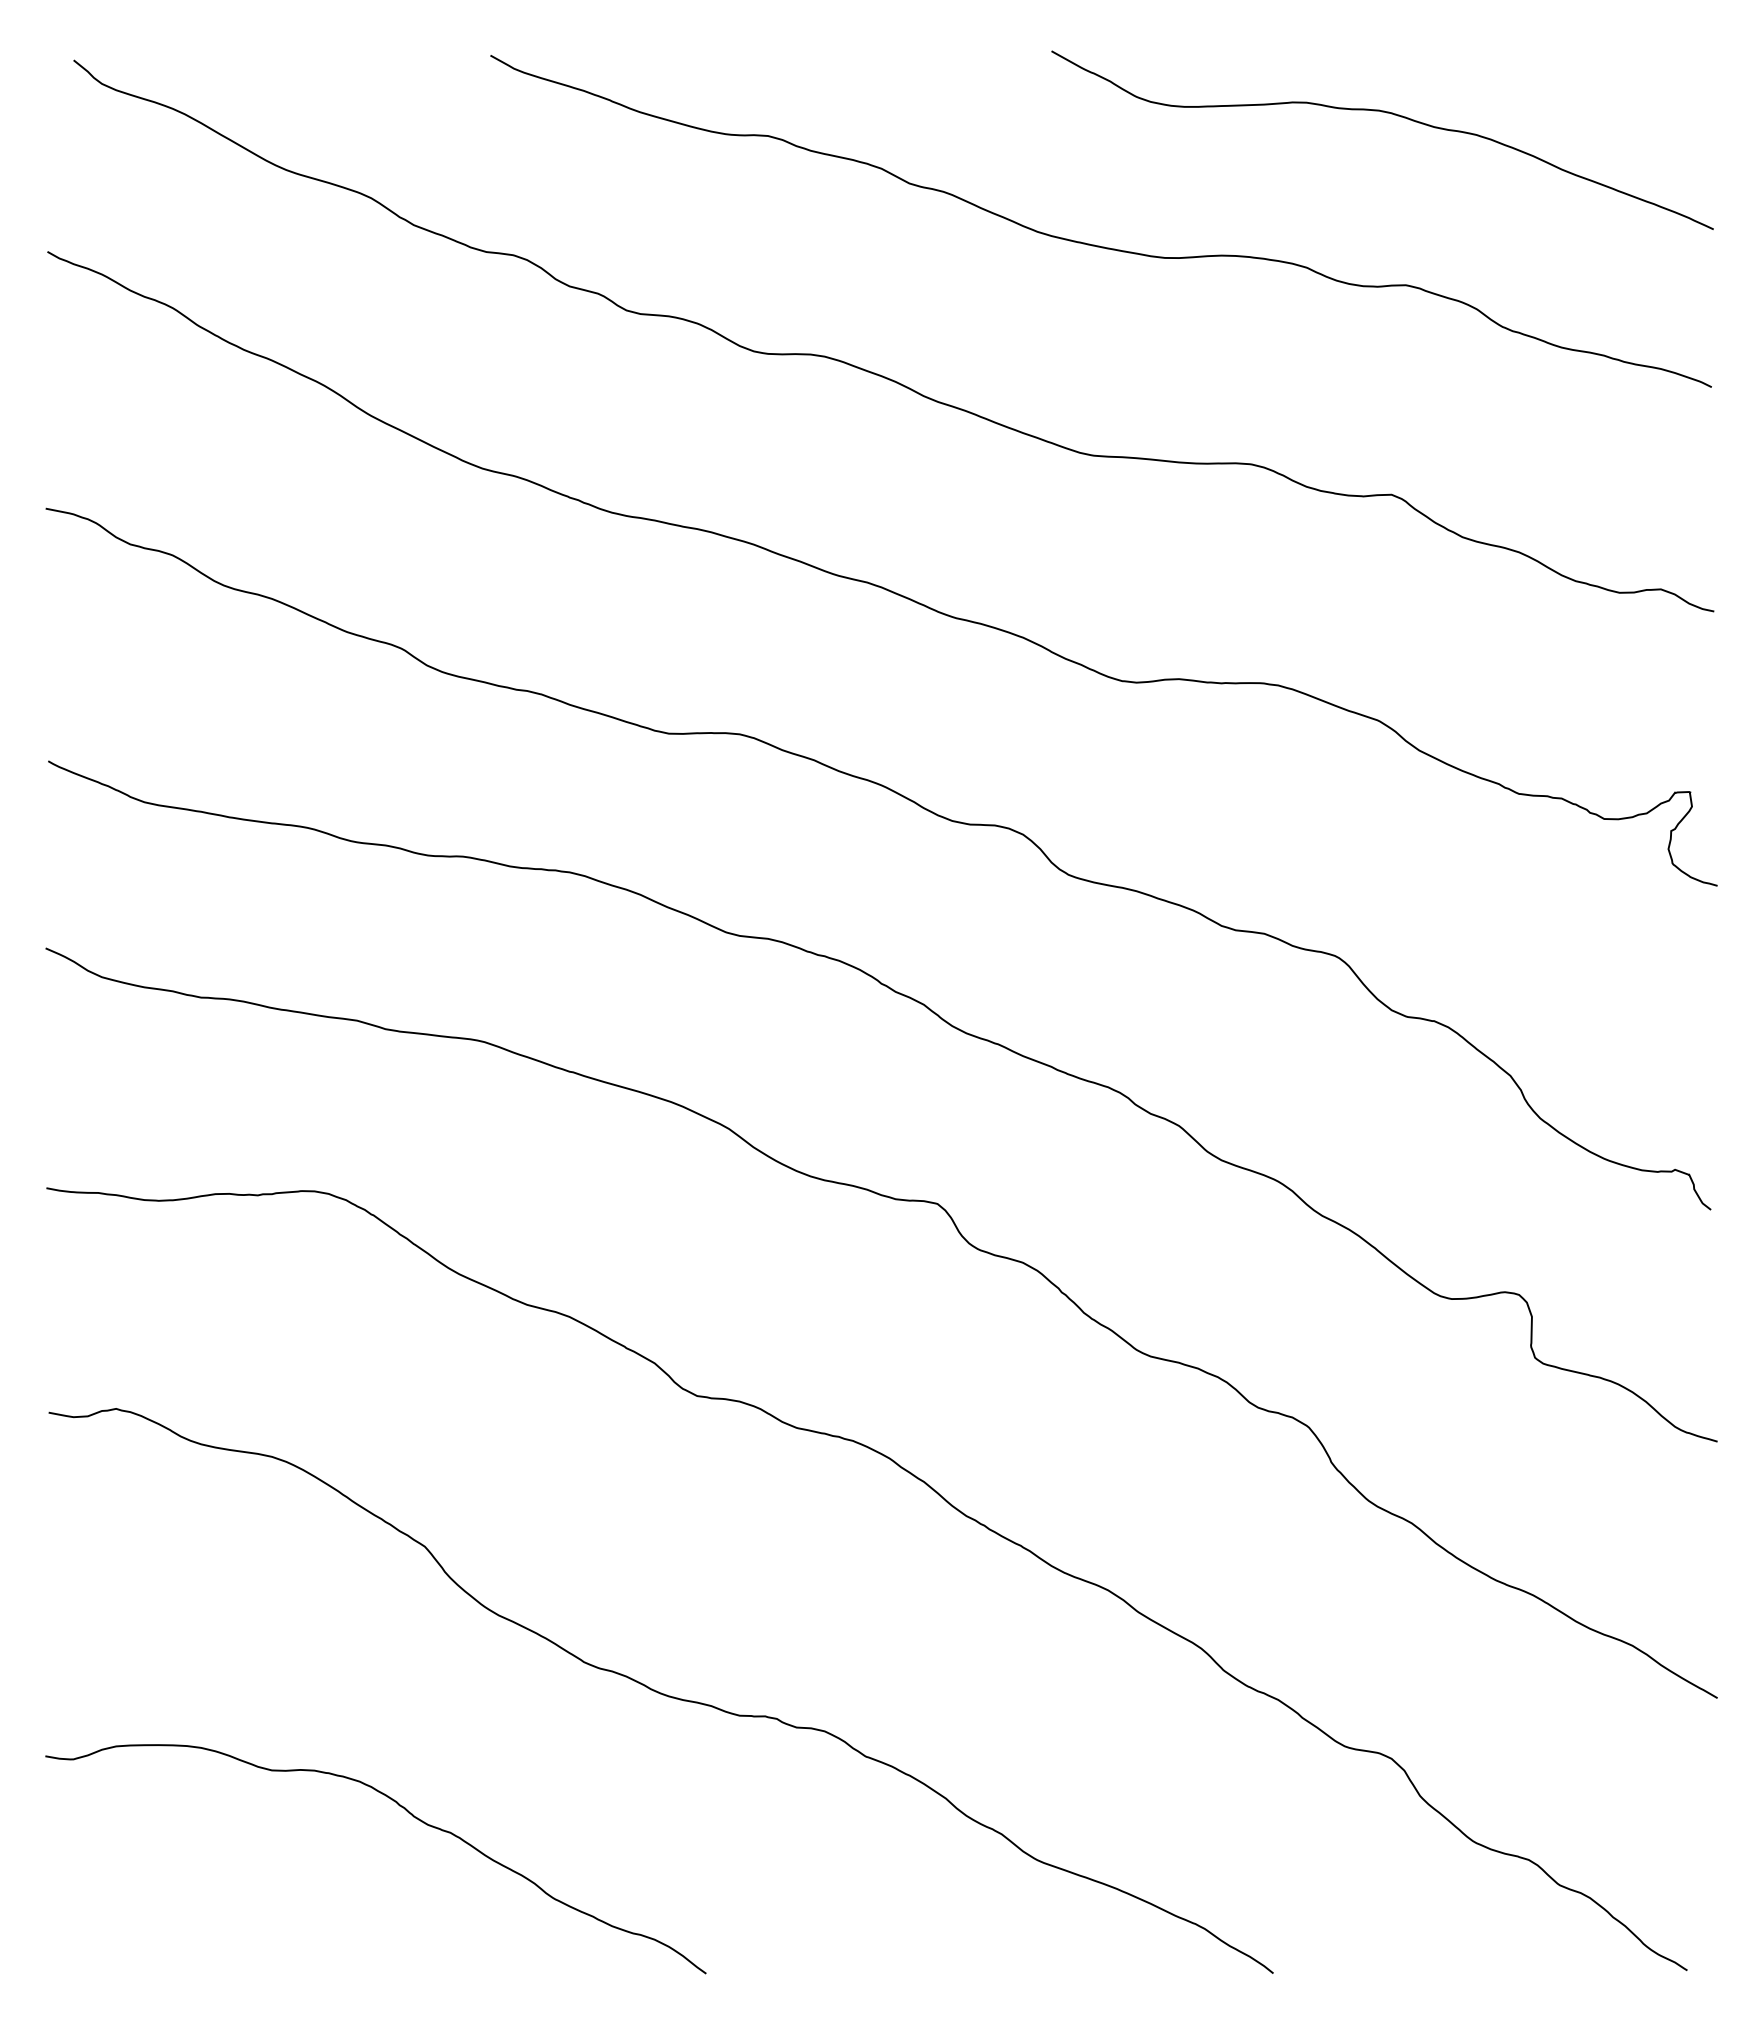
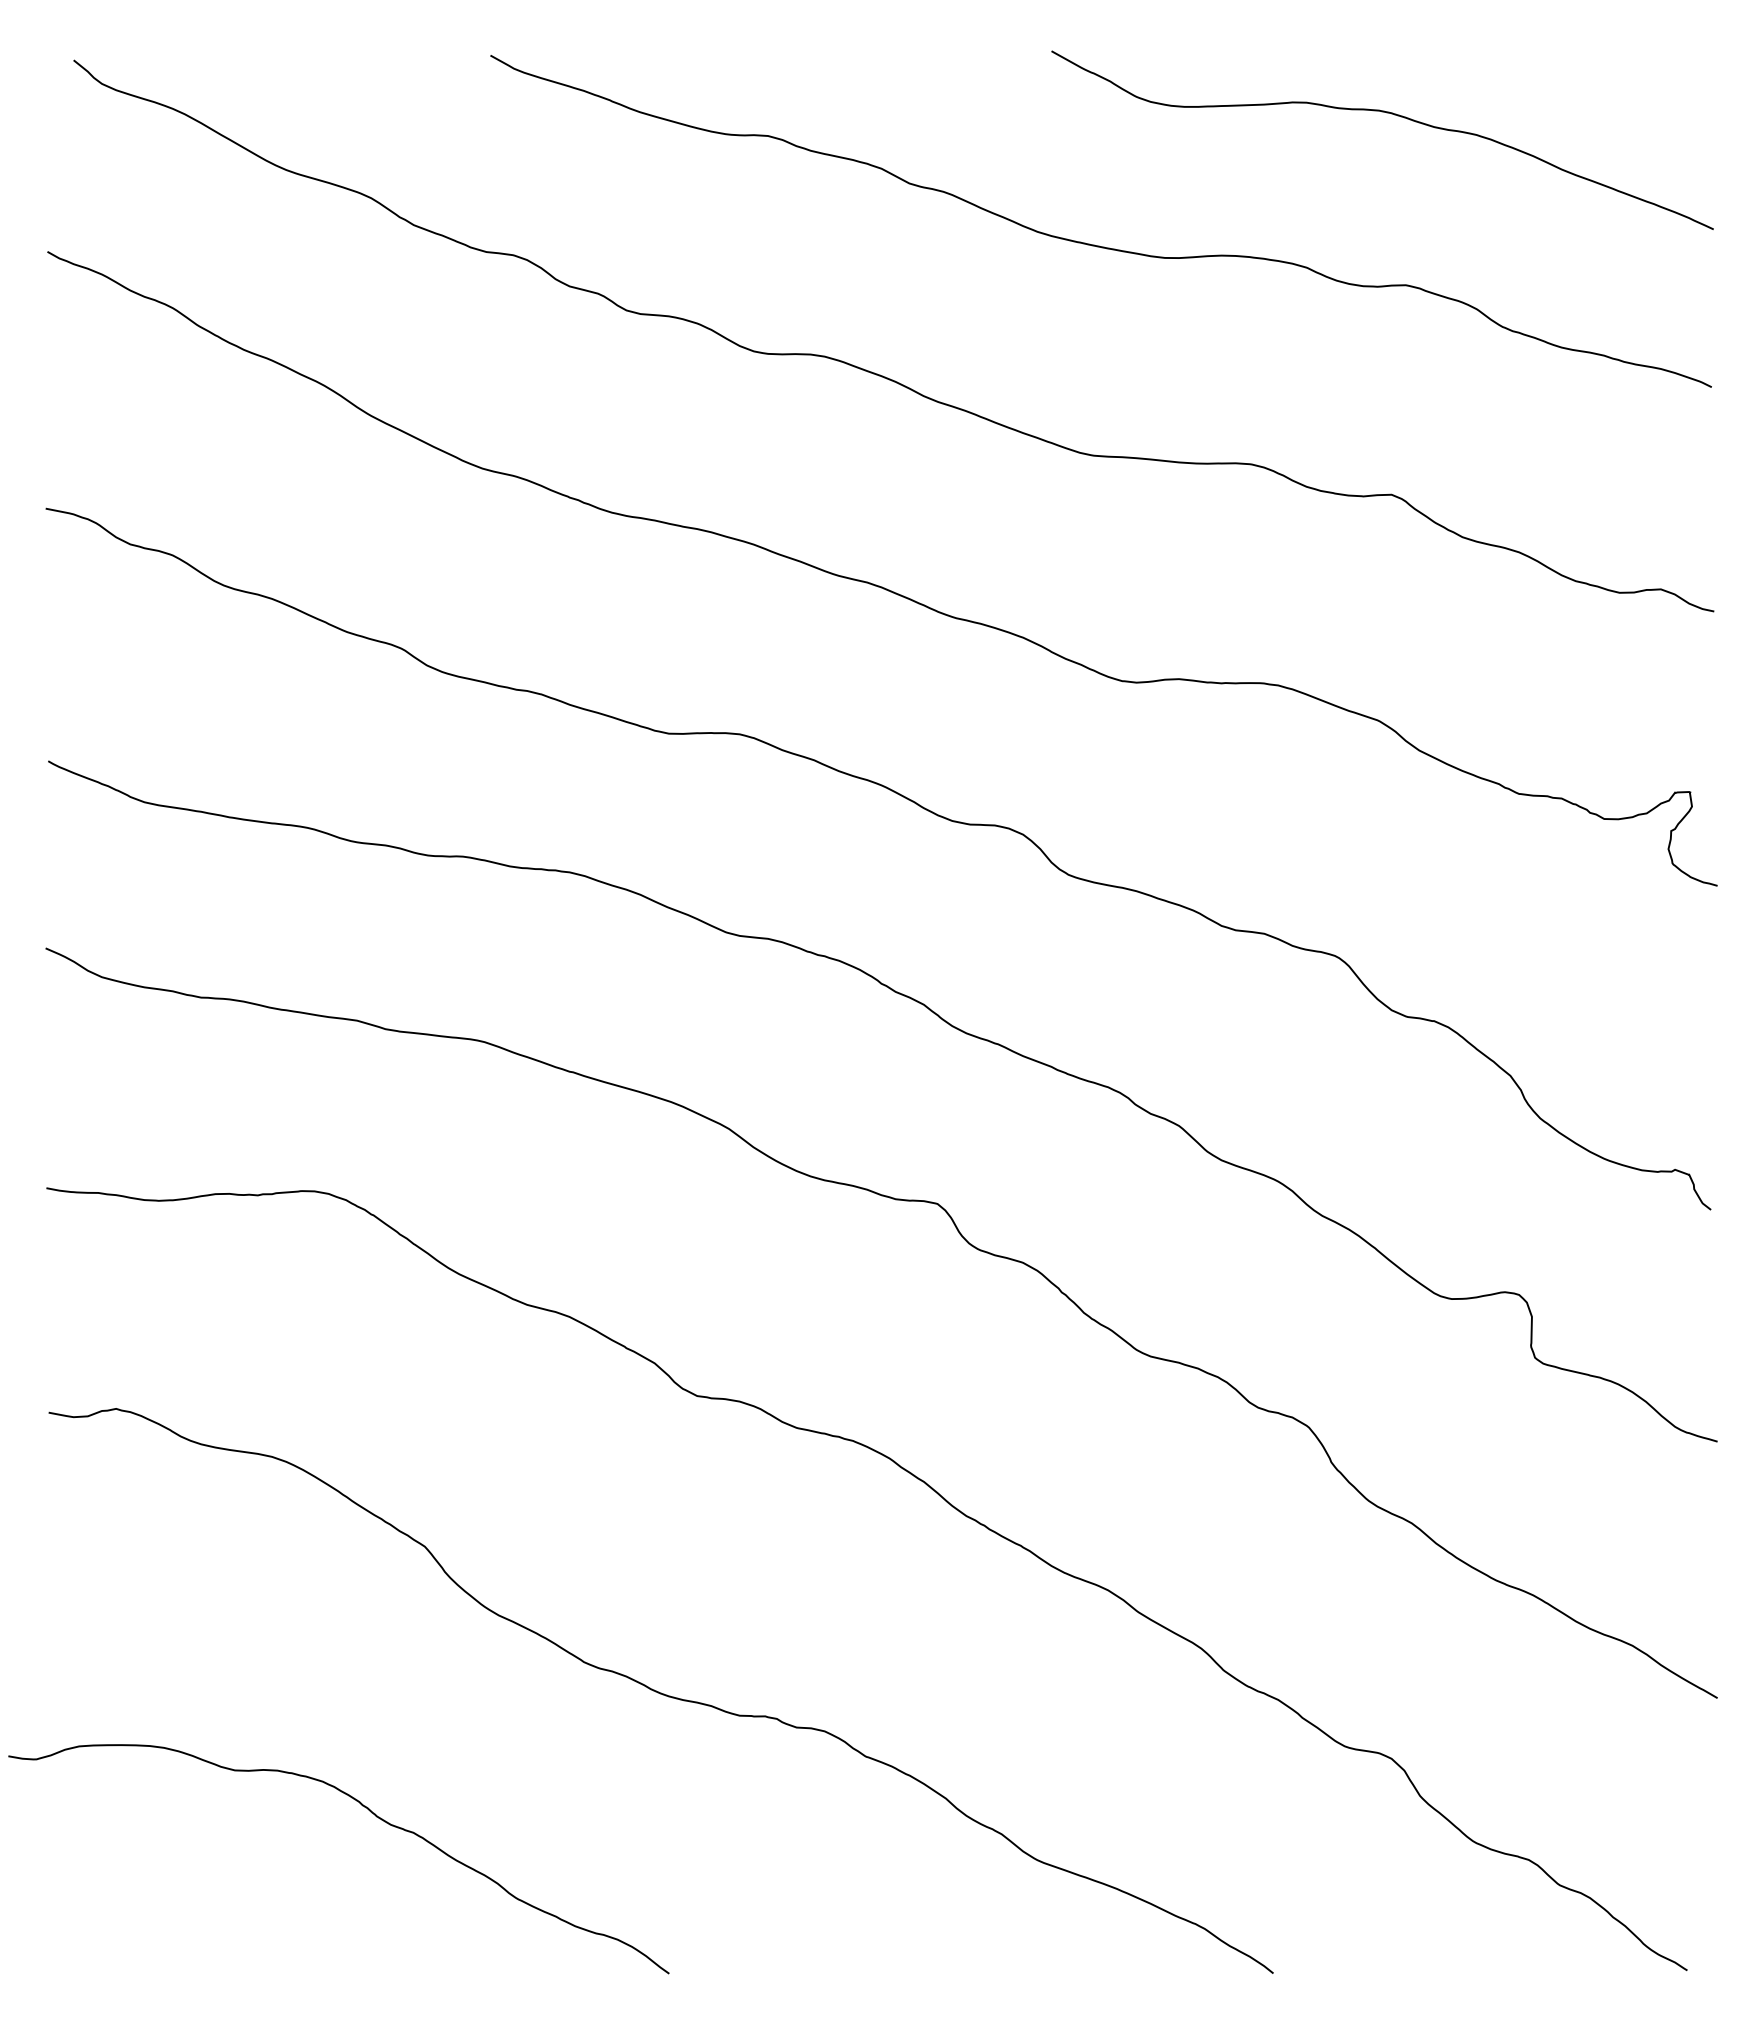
curve at (408, 1813) position: (408, 1813) -> (371, 1813)
